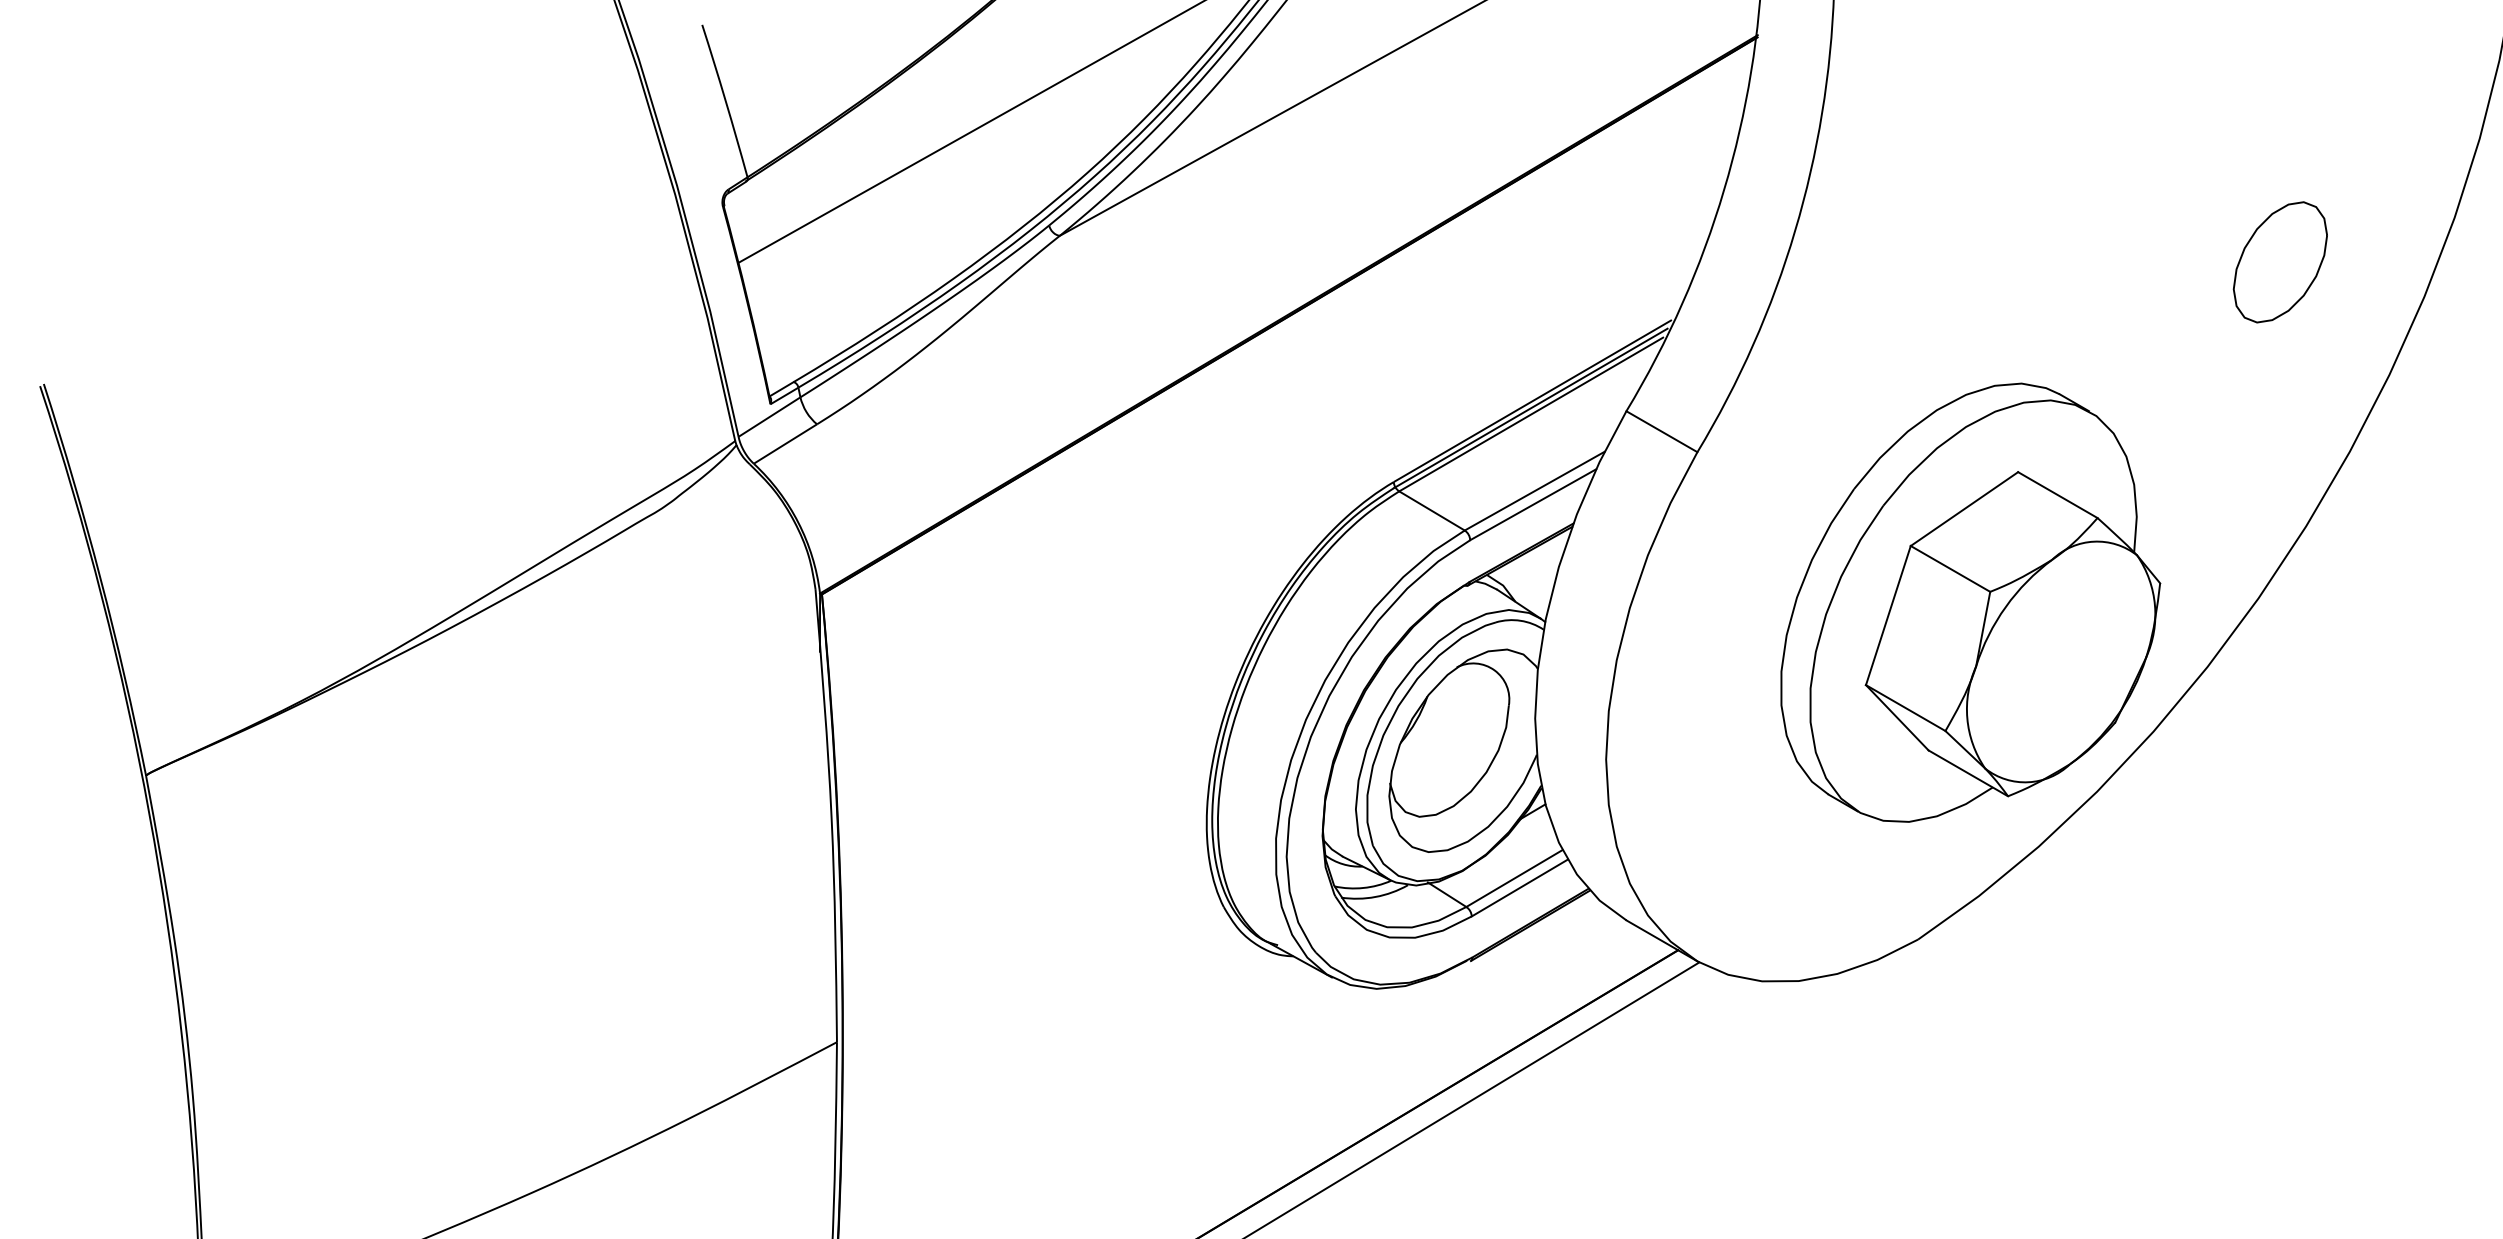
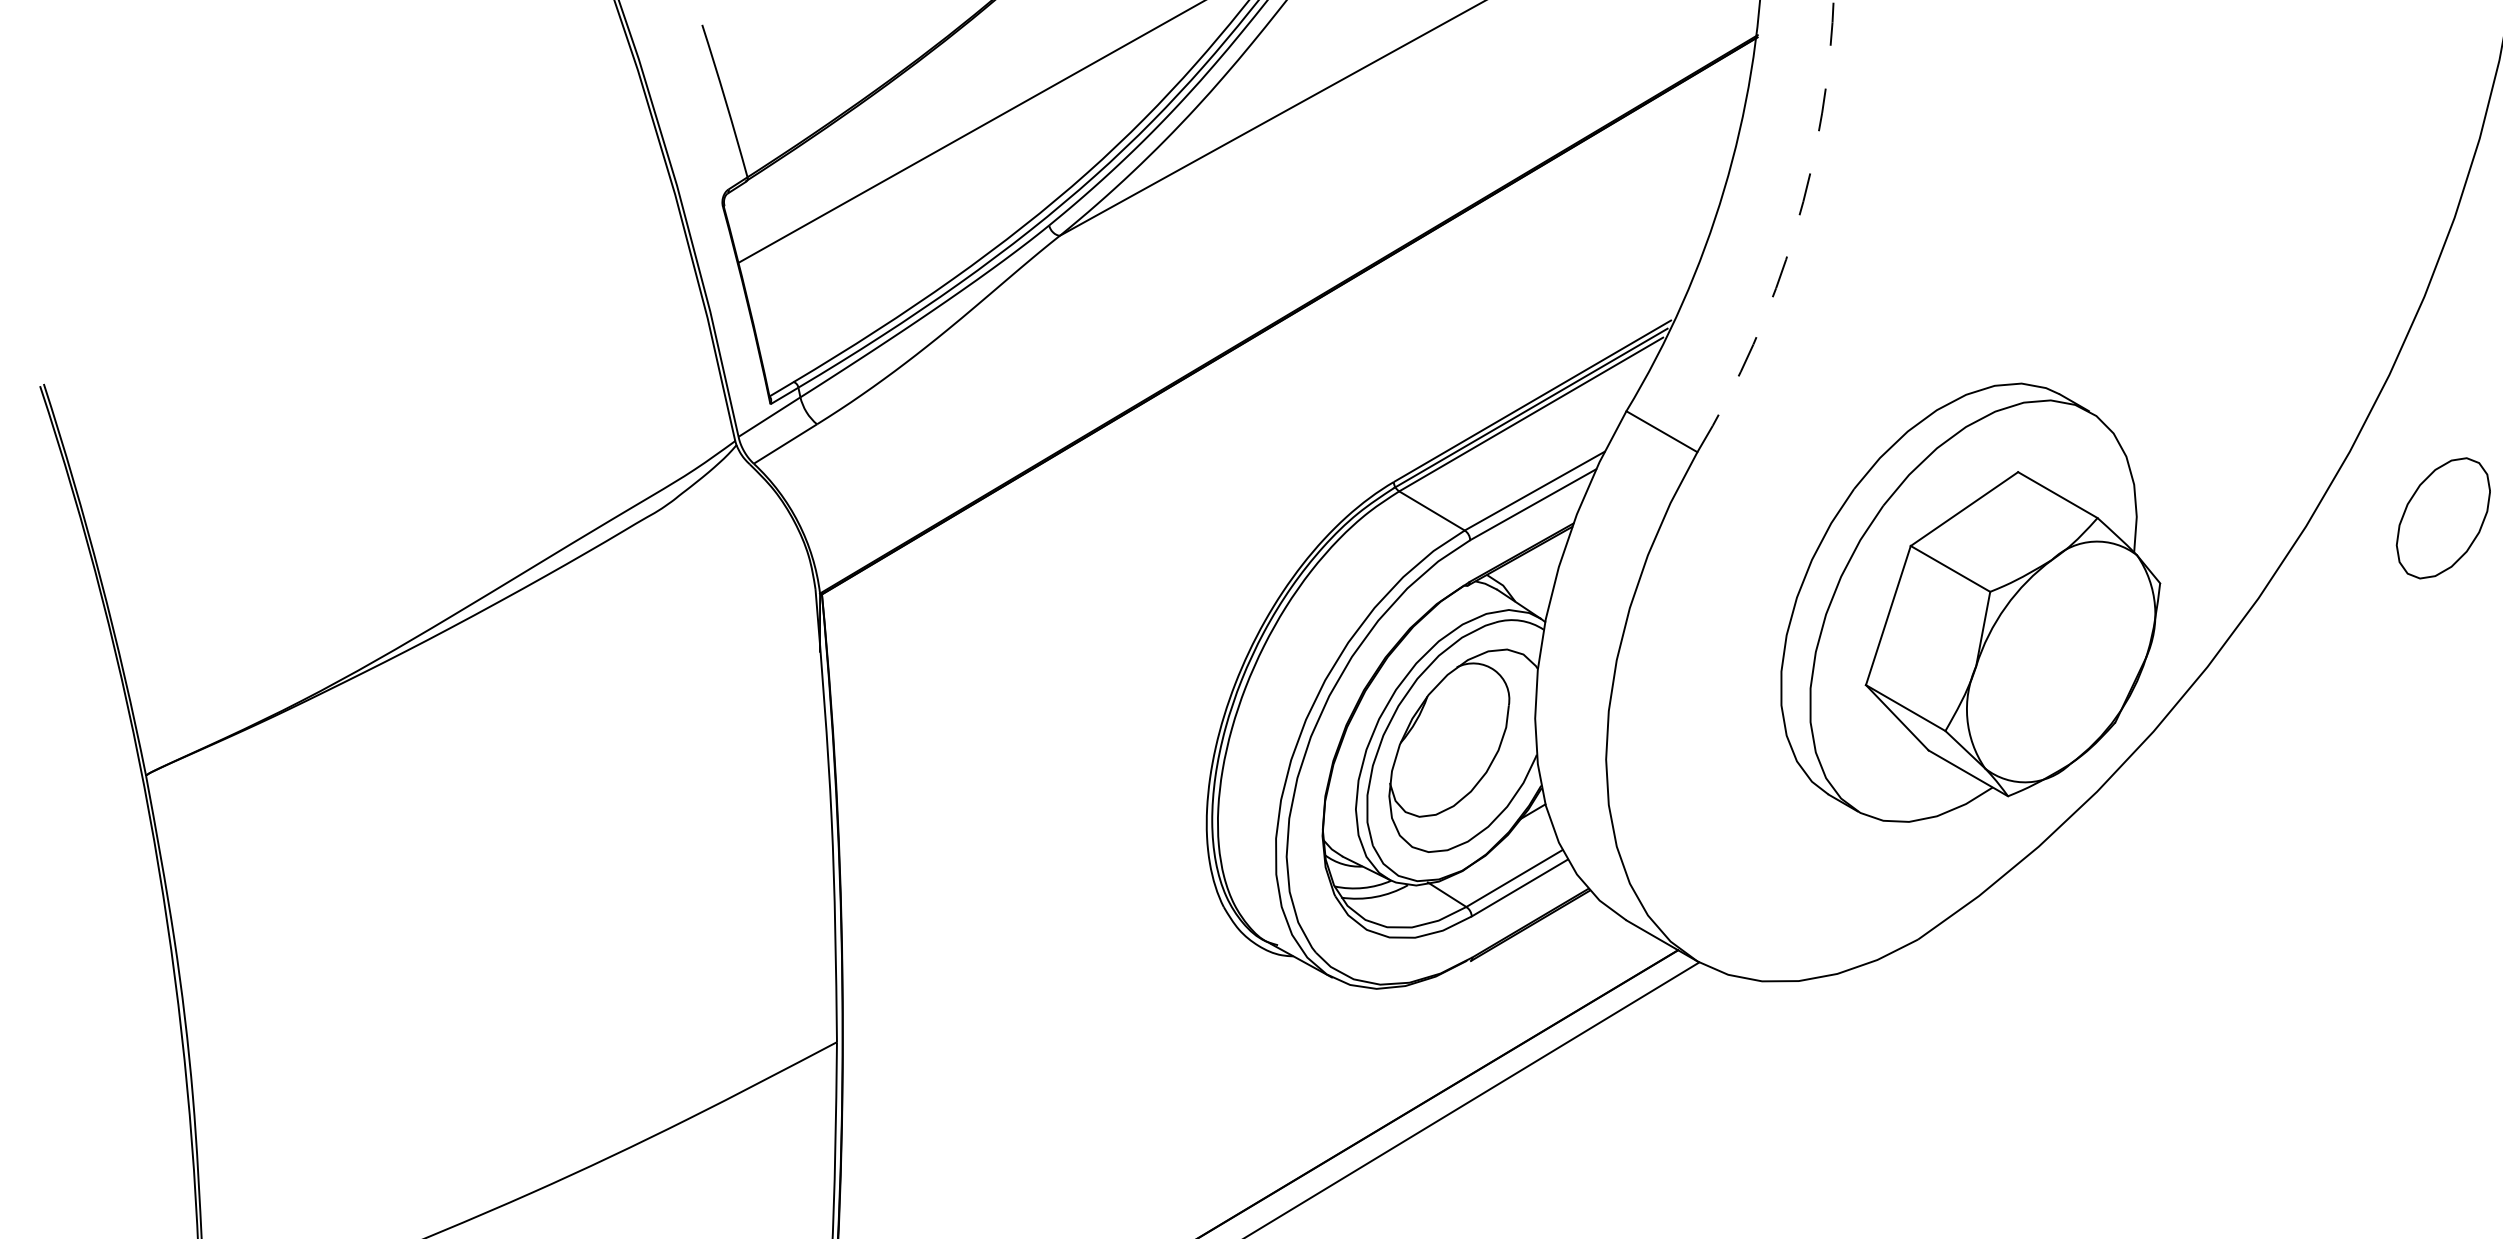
arc at (1794, 233): solid -> dashed
part at (2279, 262) position: (2279, 262) -> (2442, 518)
